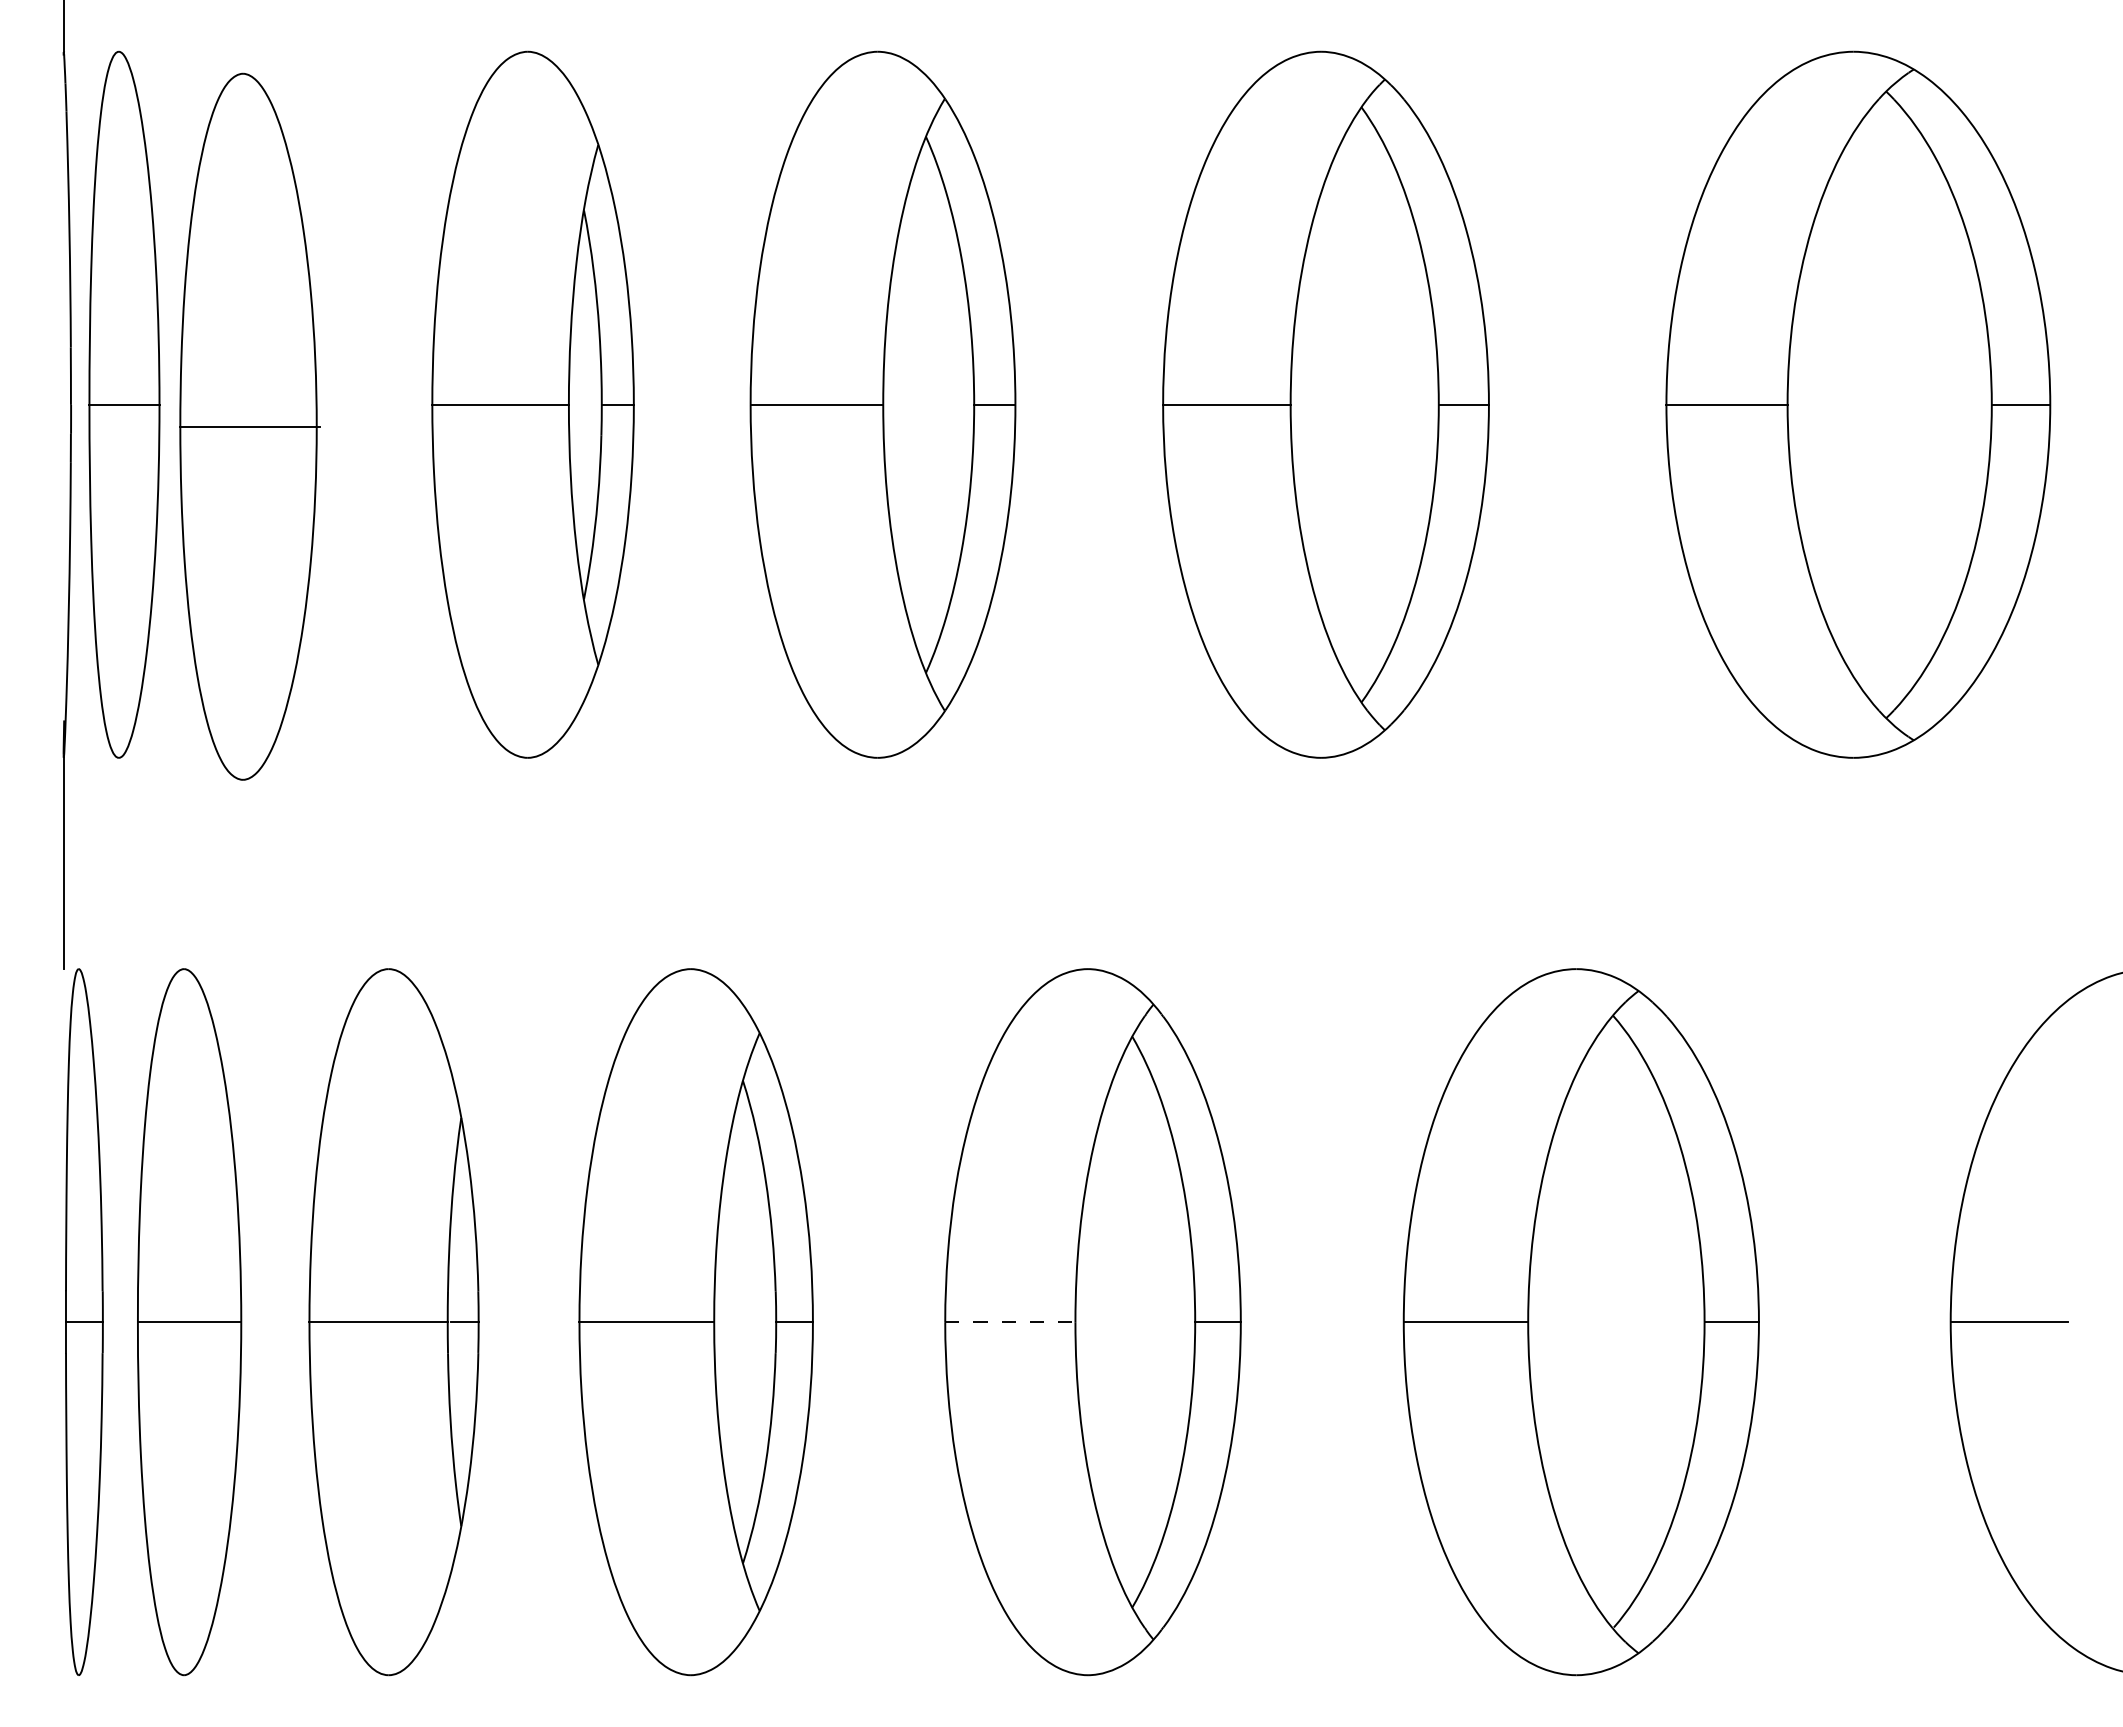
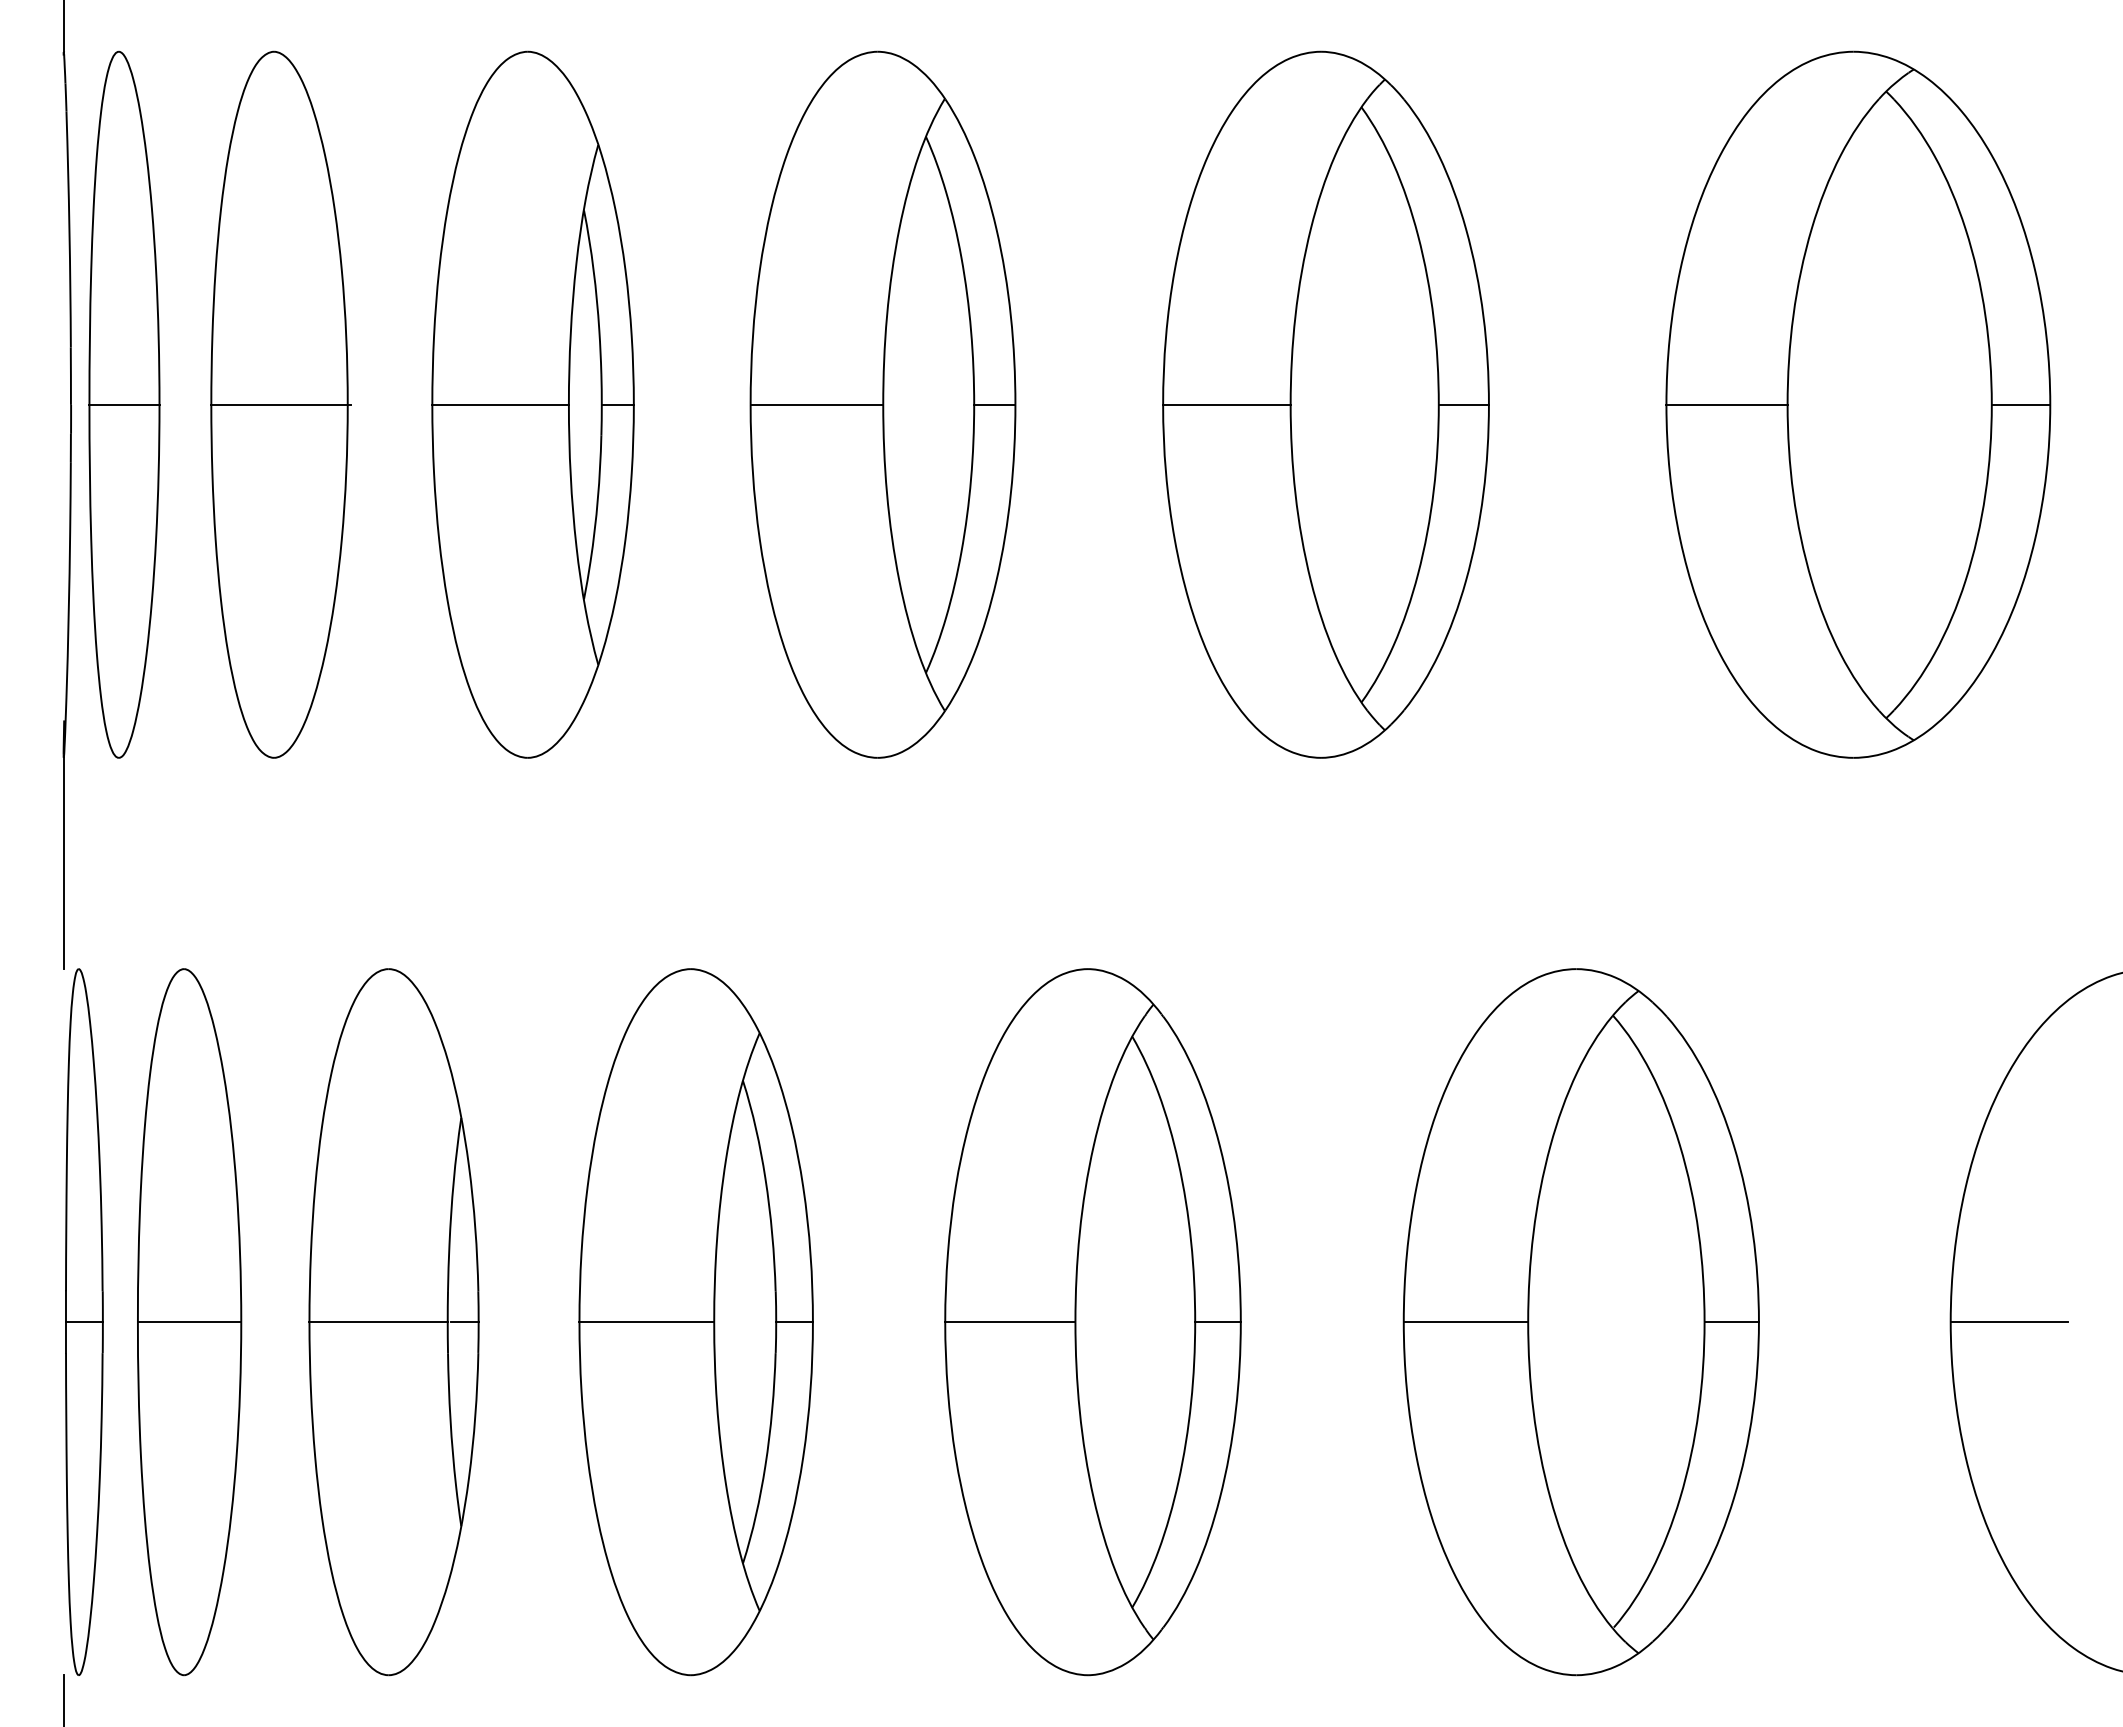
part at (249, 426) position: (249, 426) -> (280, 404)
line at (1010, 1322): dashed -> solid
line at (63, 1699): none -> present
